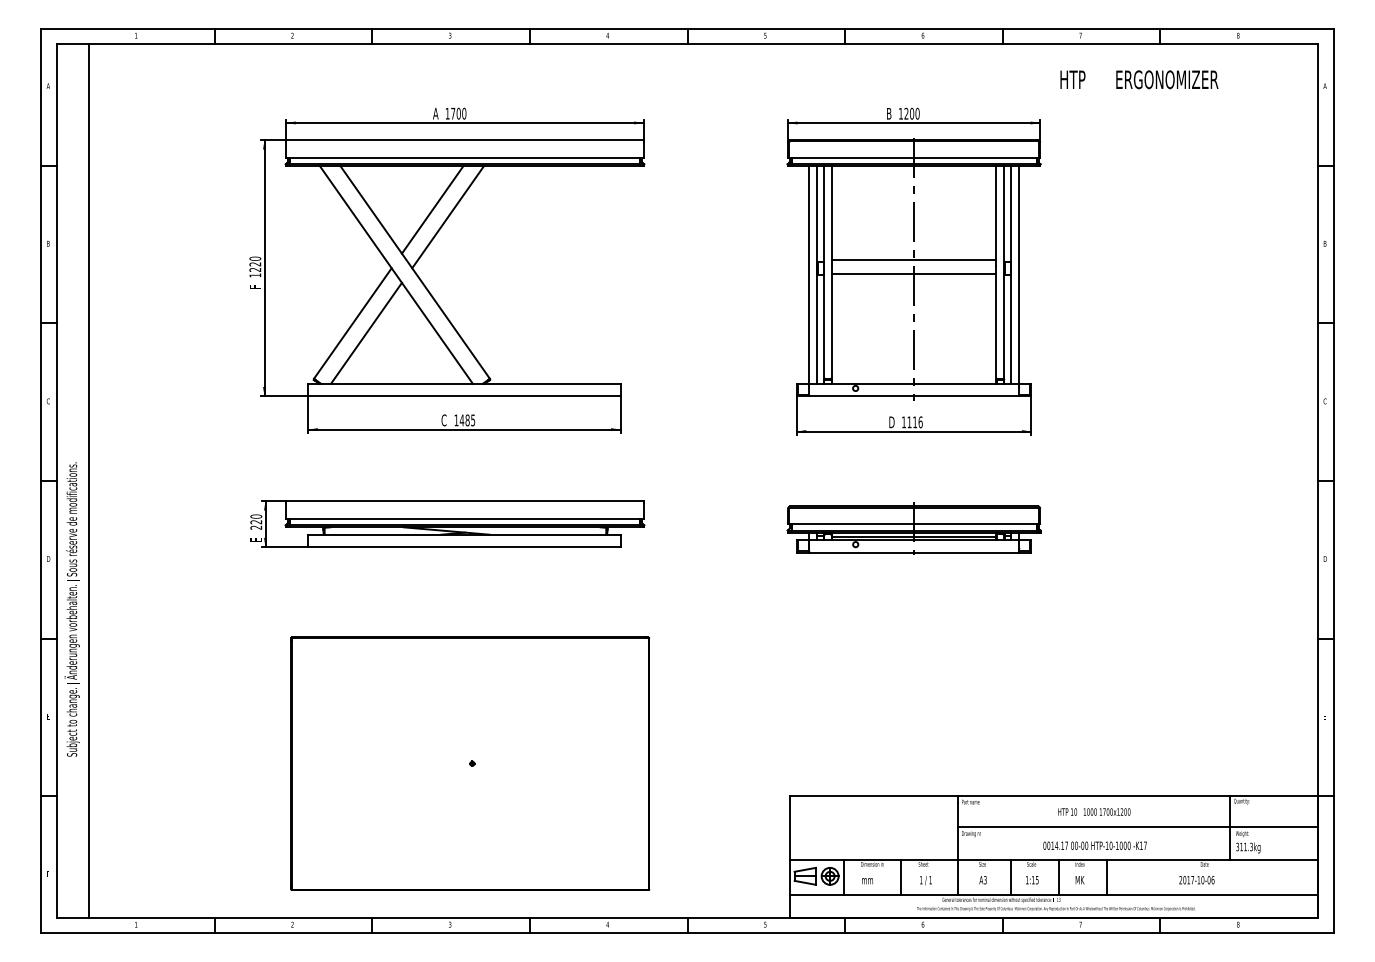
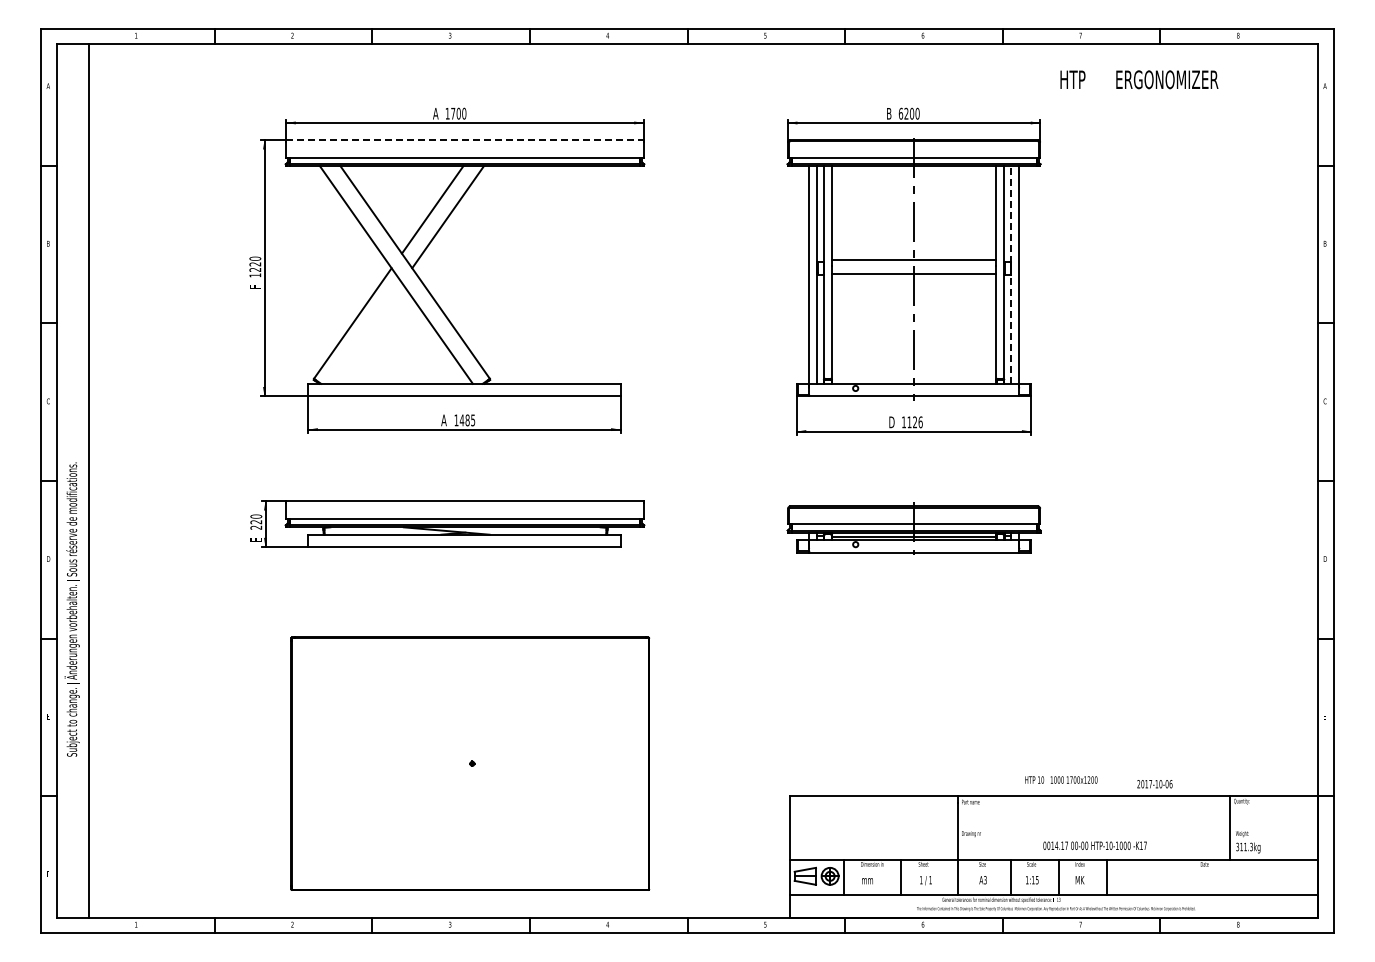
text at (900, 113): 1200 -> 6200
line at (465, 140): solid -> dashed
line at (1010, 275): solid -> dashed
line at (366, 332): present -> none
text at (443, 420): C -> A
text at (914, 421): 1116 -> 1126
text at (1094, 811) position: (1094, 811) -> (1061, 779)
line at (1137, 827): present -> none
text at (1196, 880) position: (1196, 880) -> (1154, 784)
